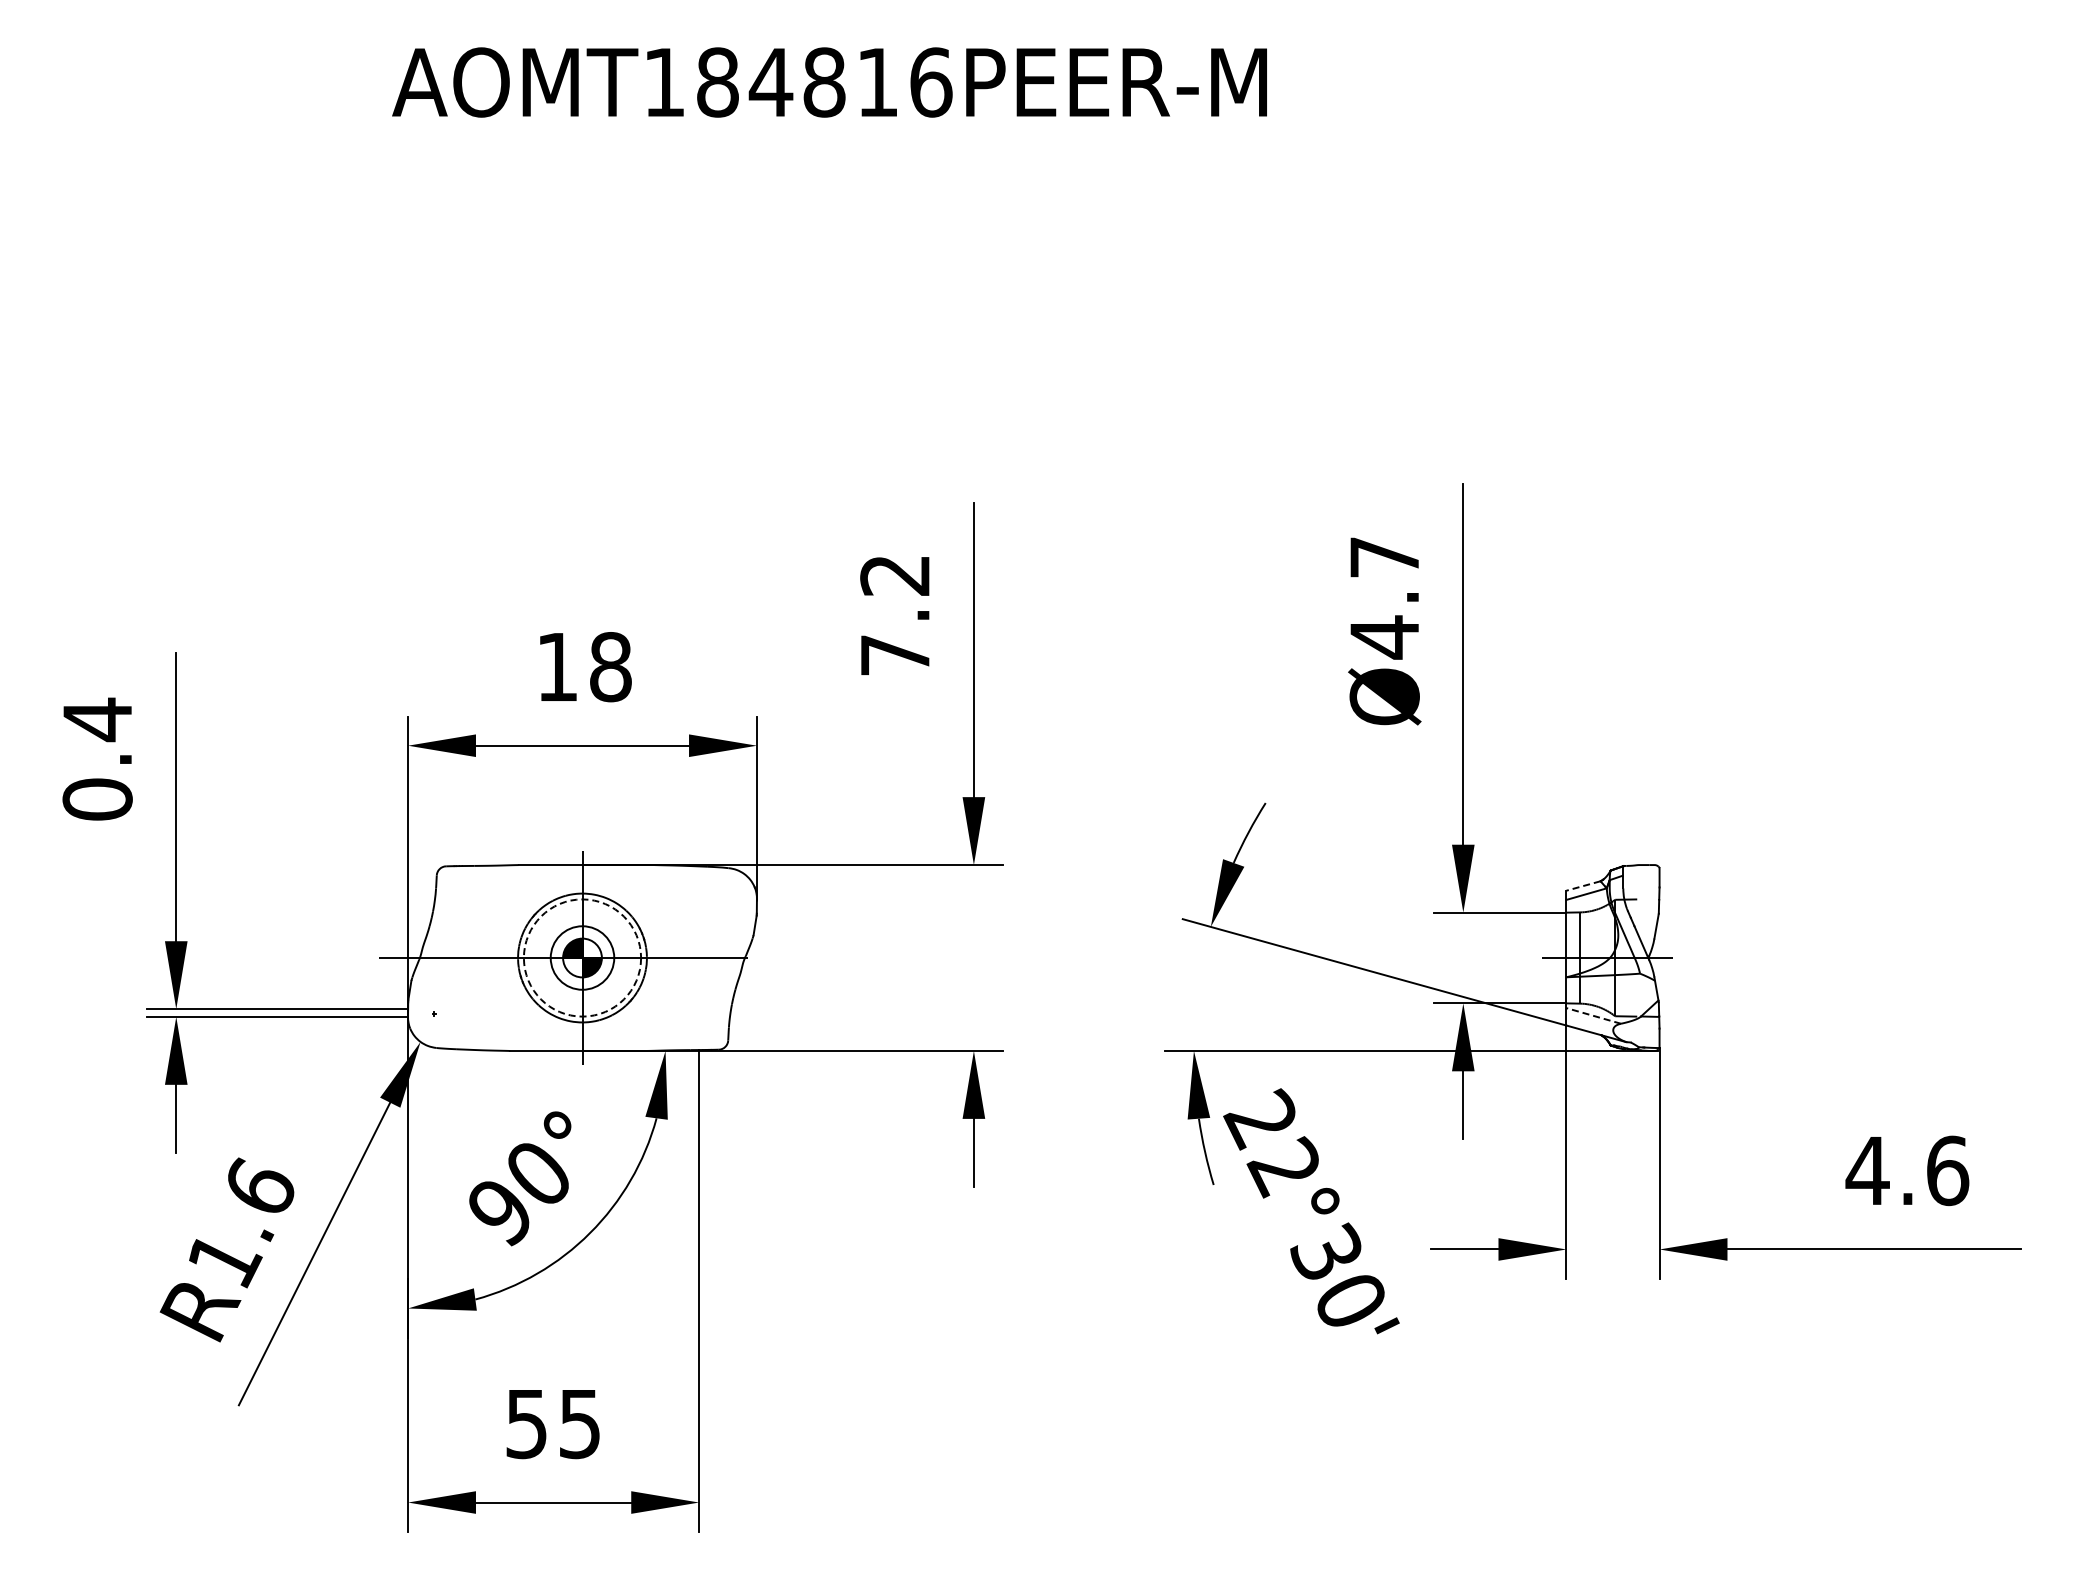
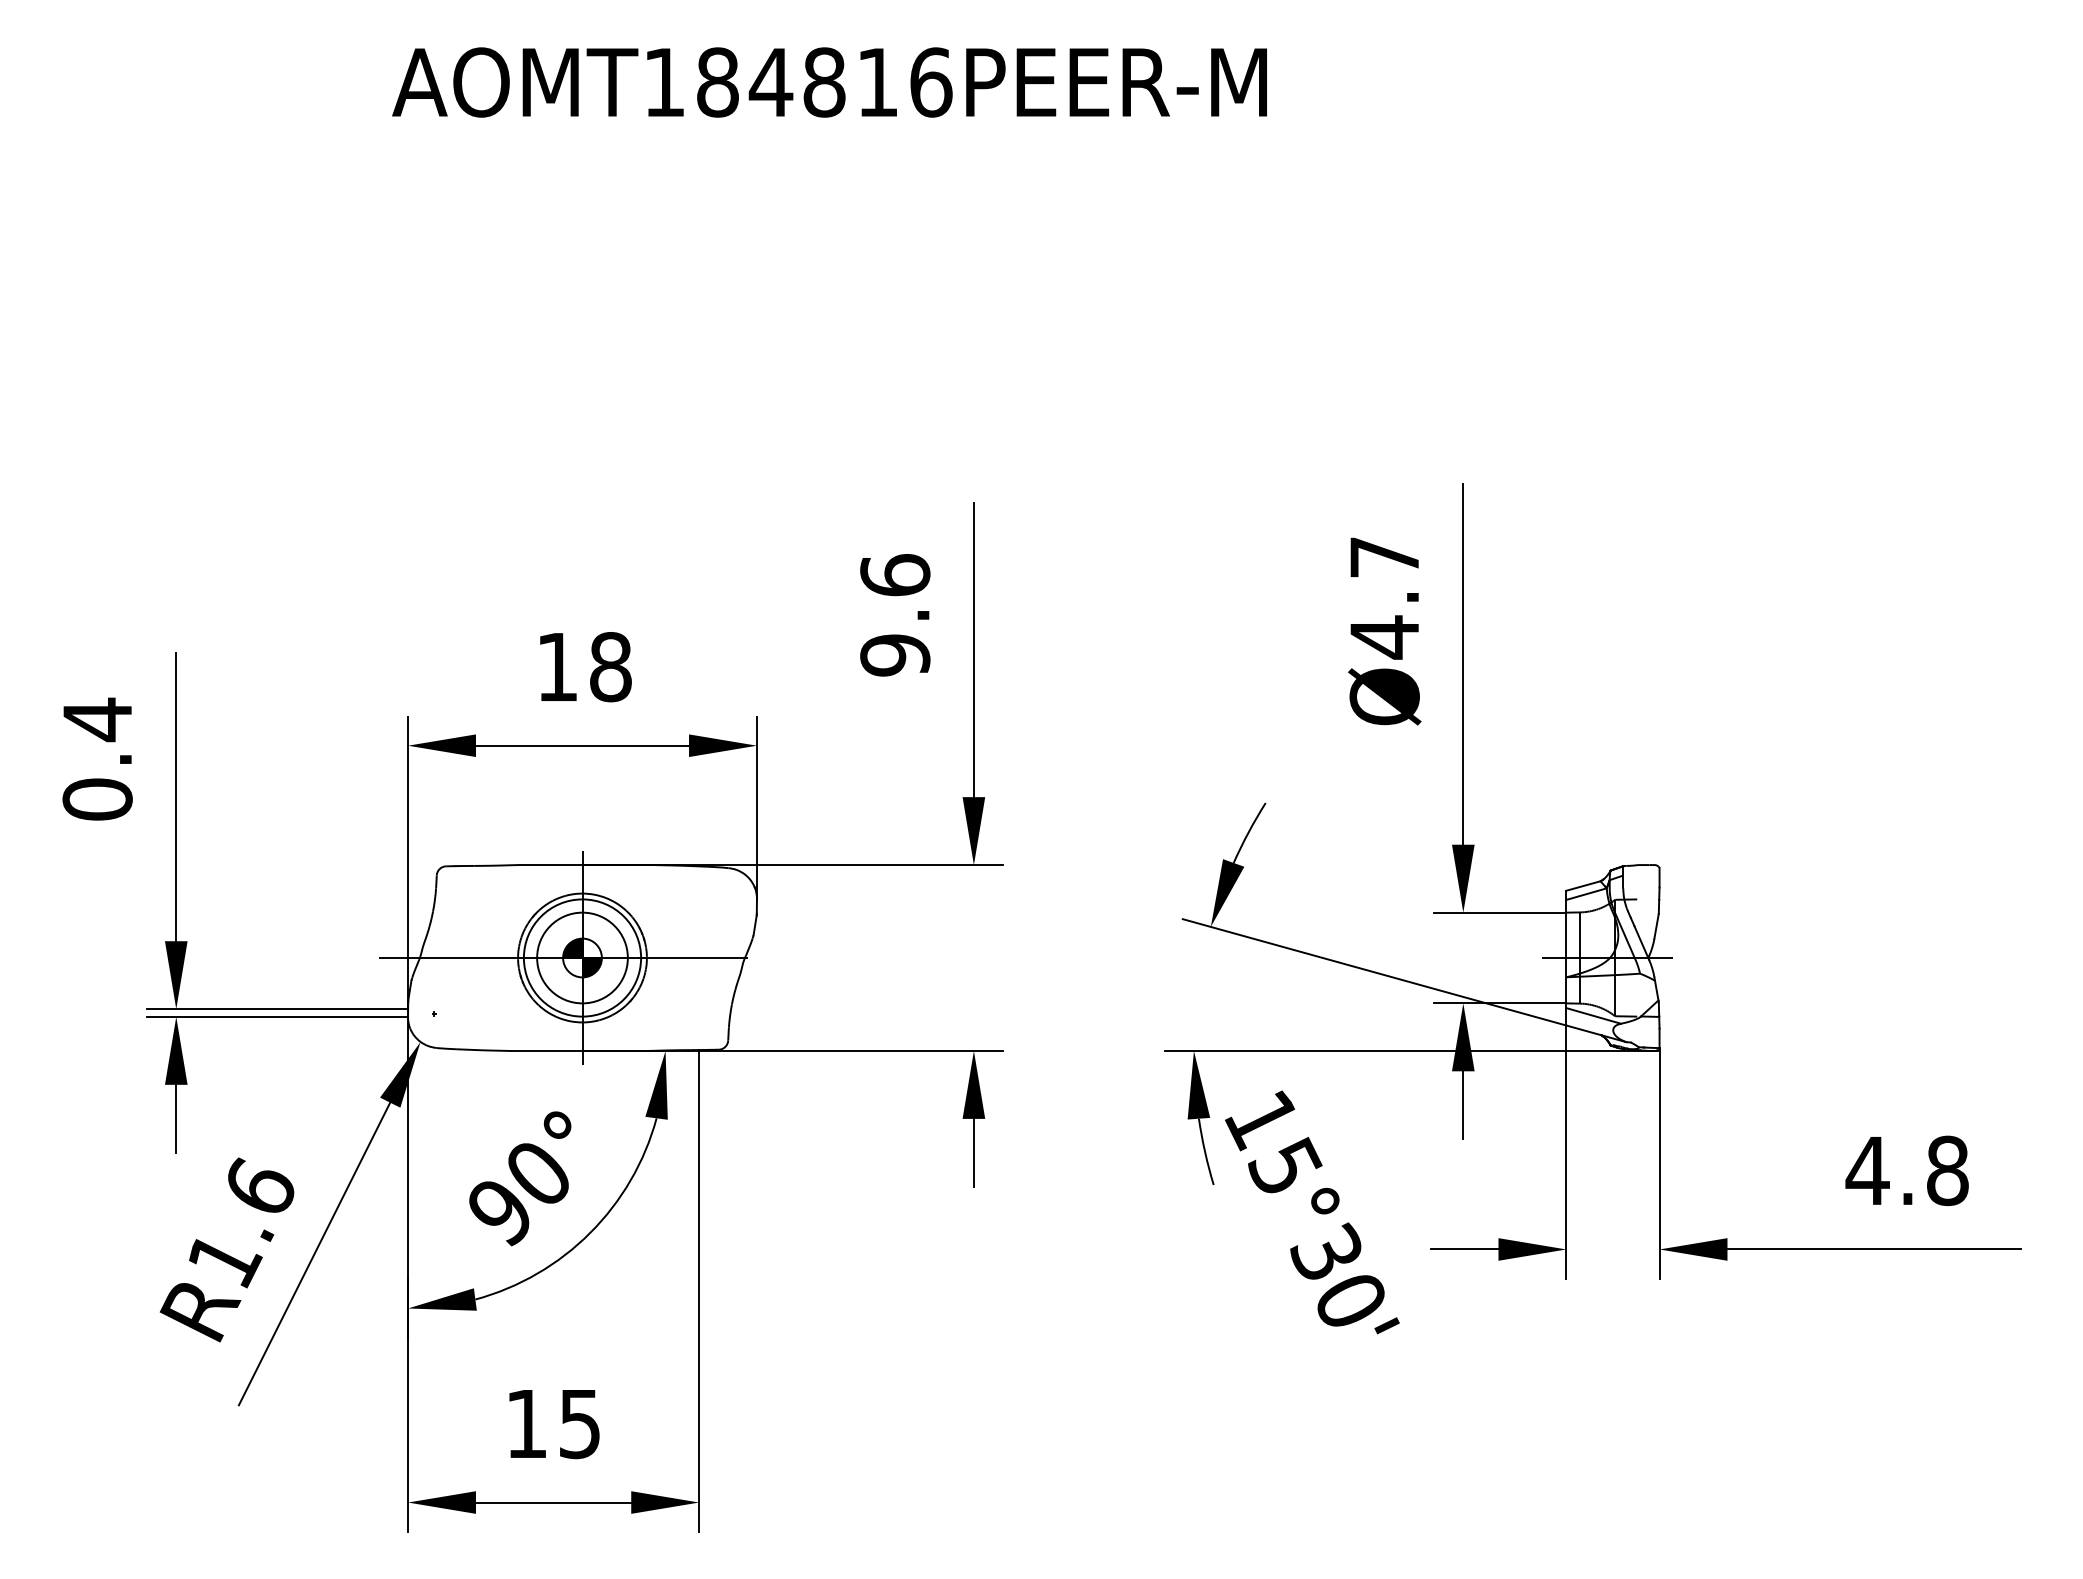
text at (895, 615): 7.2 -> 9.6
line at (1583, 886): dashed -> solid
circle at (582, 957) diameter: 64 px -> 91 px
circle at (582, 957): dashed -> solid
line at (1593, 1015): dashed -> solid
text at (1272, 1143): 22°30' -> 15°30'
text at (1948, 1170): 4.6 -> 4.8
text at (526, 1424): 55 -> 15
